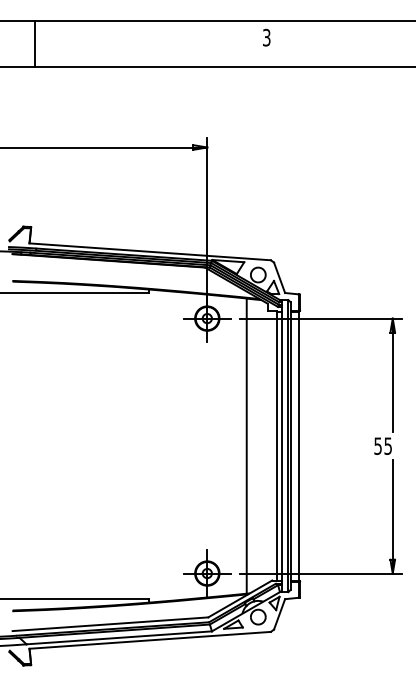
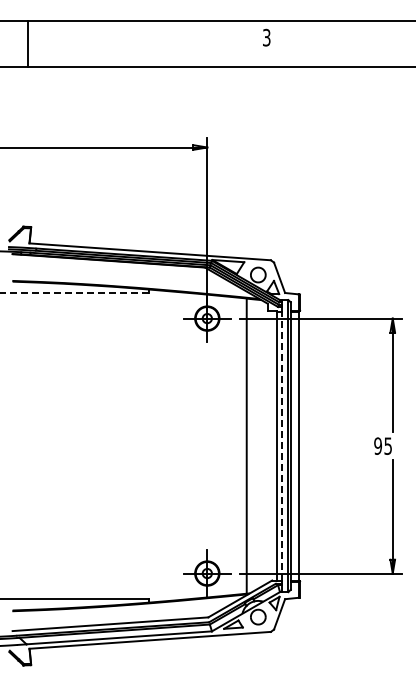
line at (35, 43) position: (35, 43) -> (28, 43)
line at (74, 293): solid -> dashed
line at (281, 445): solid -> dashed
text at (377, 445): 55 -> 95
